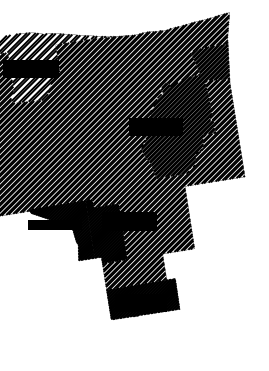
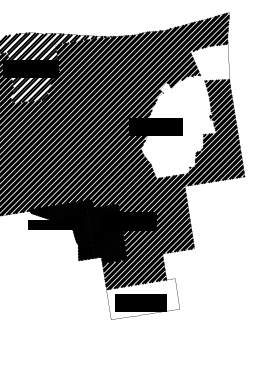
hatch at (185, 111): present -> none
hatch at (142, 298): present -> none
